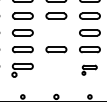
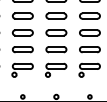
part at (56, 32): none -> present
part at (56, 69): none -> present
part at (89, 69) size: 17x12 px -> 23x16 px
